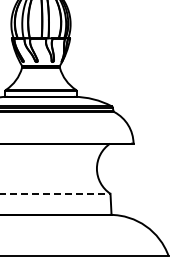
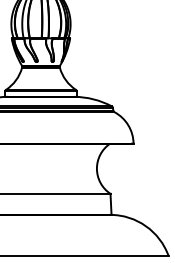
line at (55, 193): dashed -> solid
